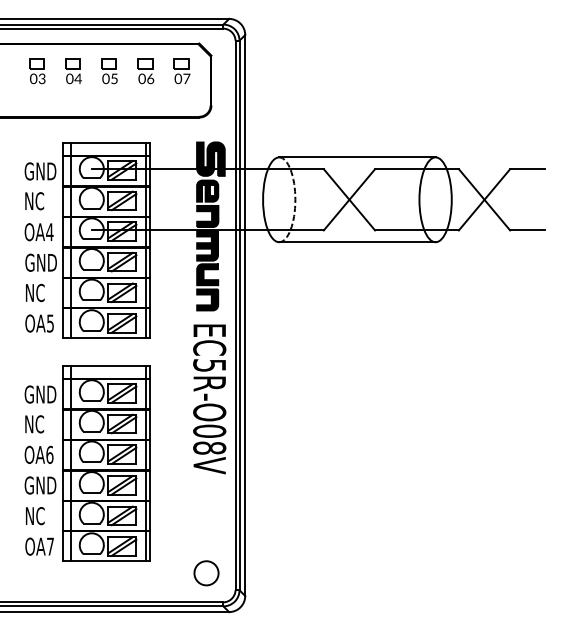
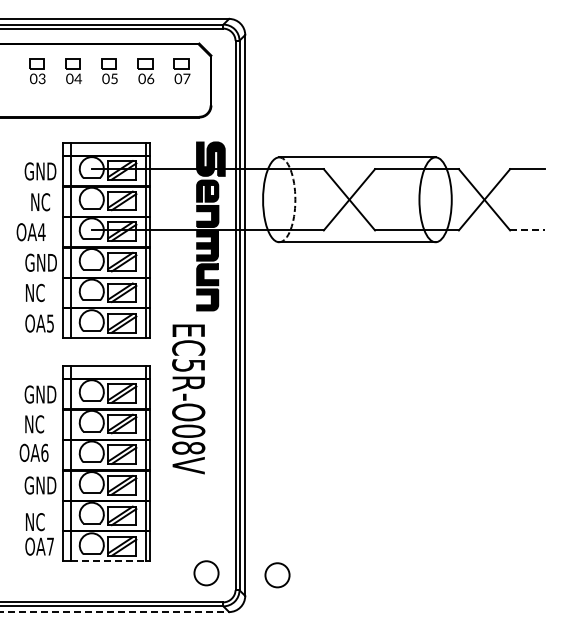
text at (34, 201) position: (34, 201) -> (40, 202)
line at (528, 230): solid -> dashed
text at (38, 232) position: (38, 232) -> (30, 232)
text at (209, 399) position: (209, 399) -> (188, 399)
text at (38, 454) position: (38, 454) -> (33, 452)
text at (35, 516) position: (35, 516) -> (35, 522)
line at (108, 560): solid -> dashed
circle at (277, 575): none -> present
line at (115, 612): solid -> dashed
